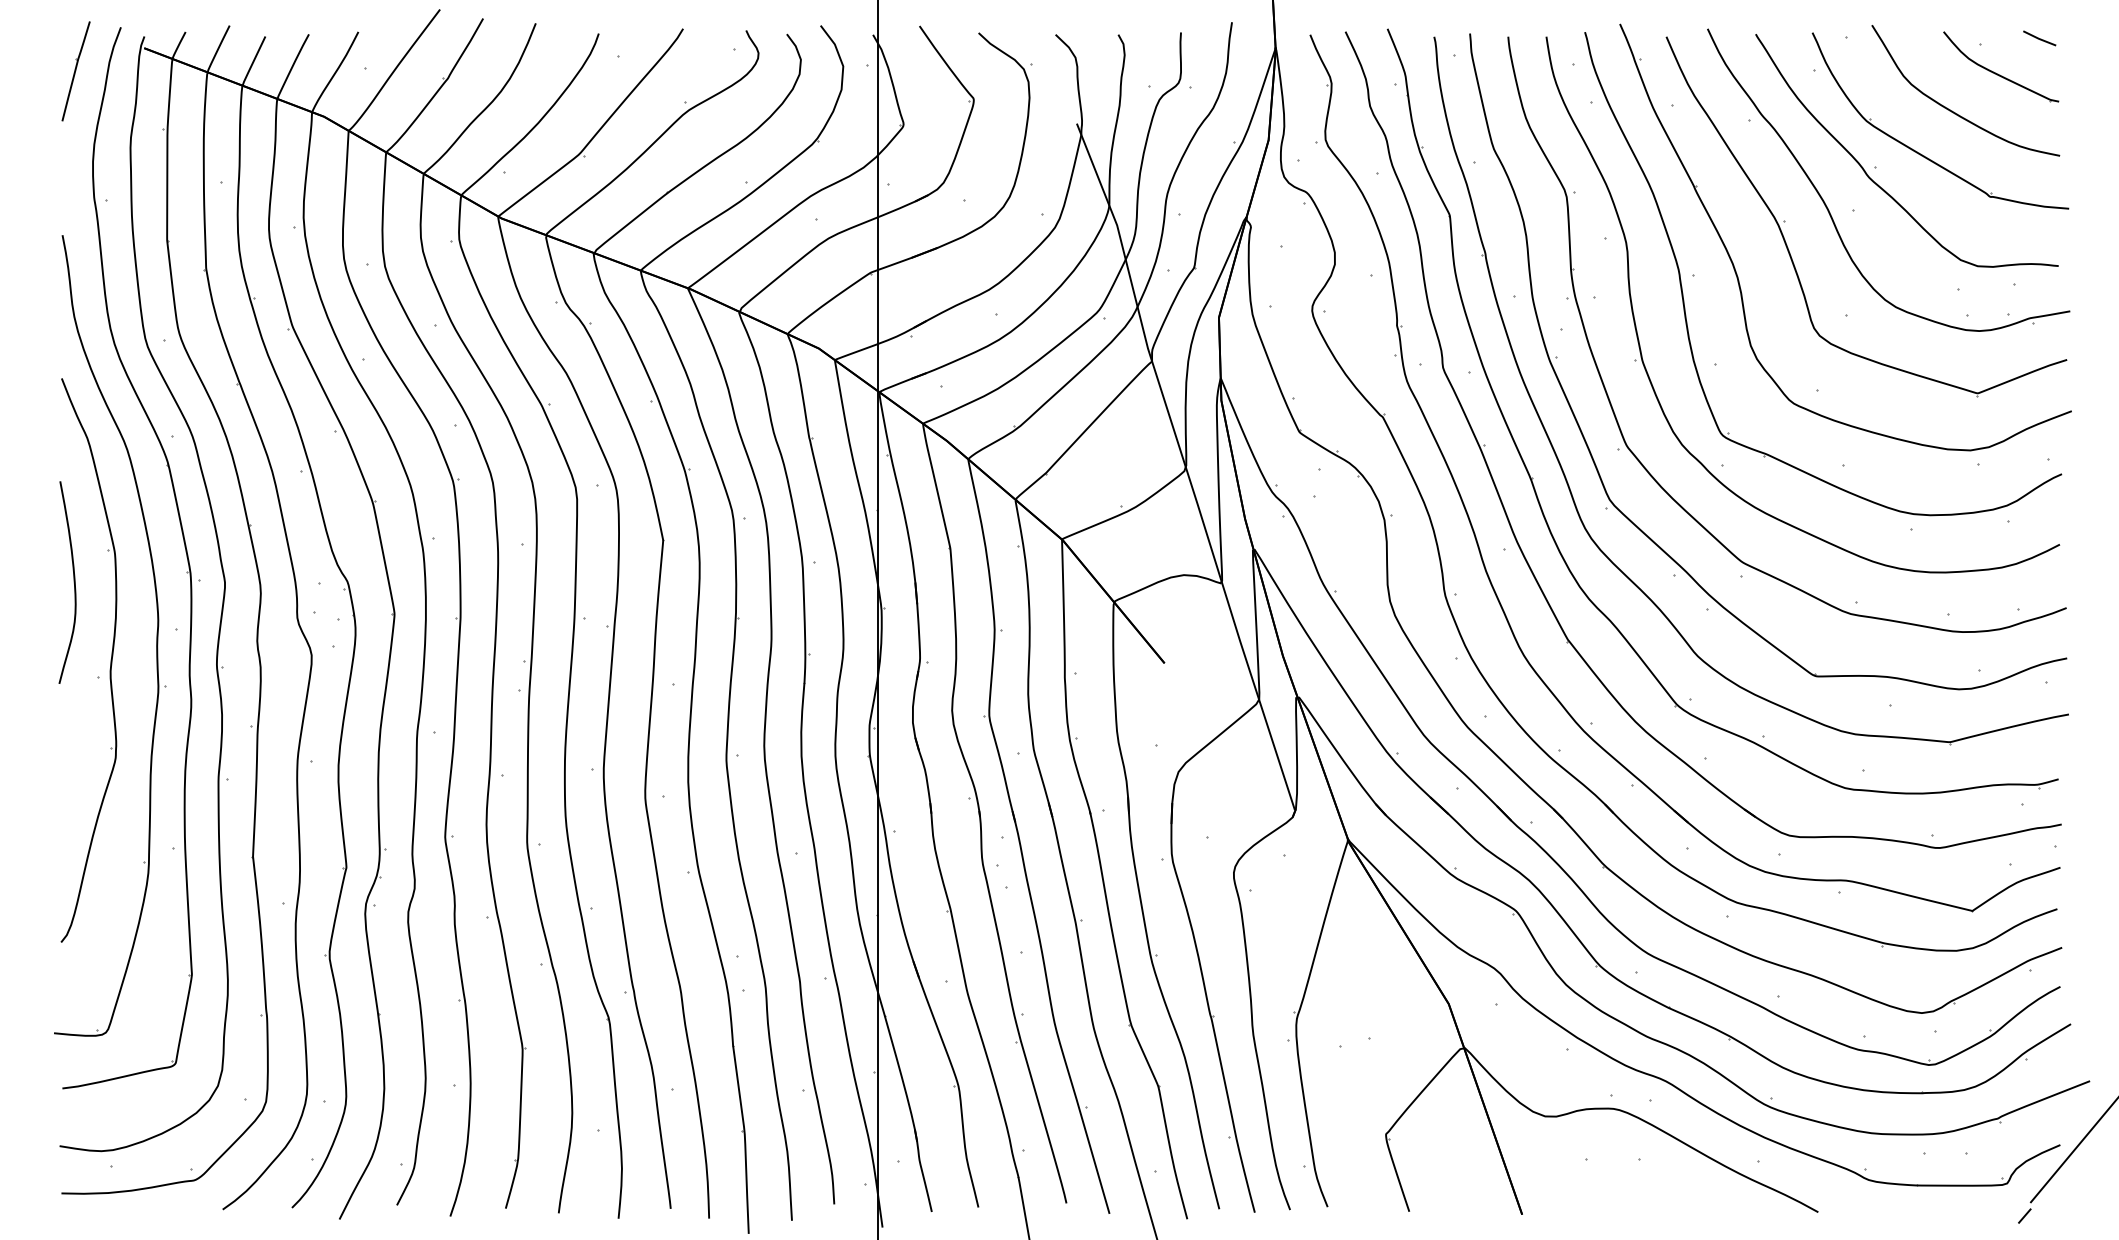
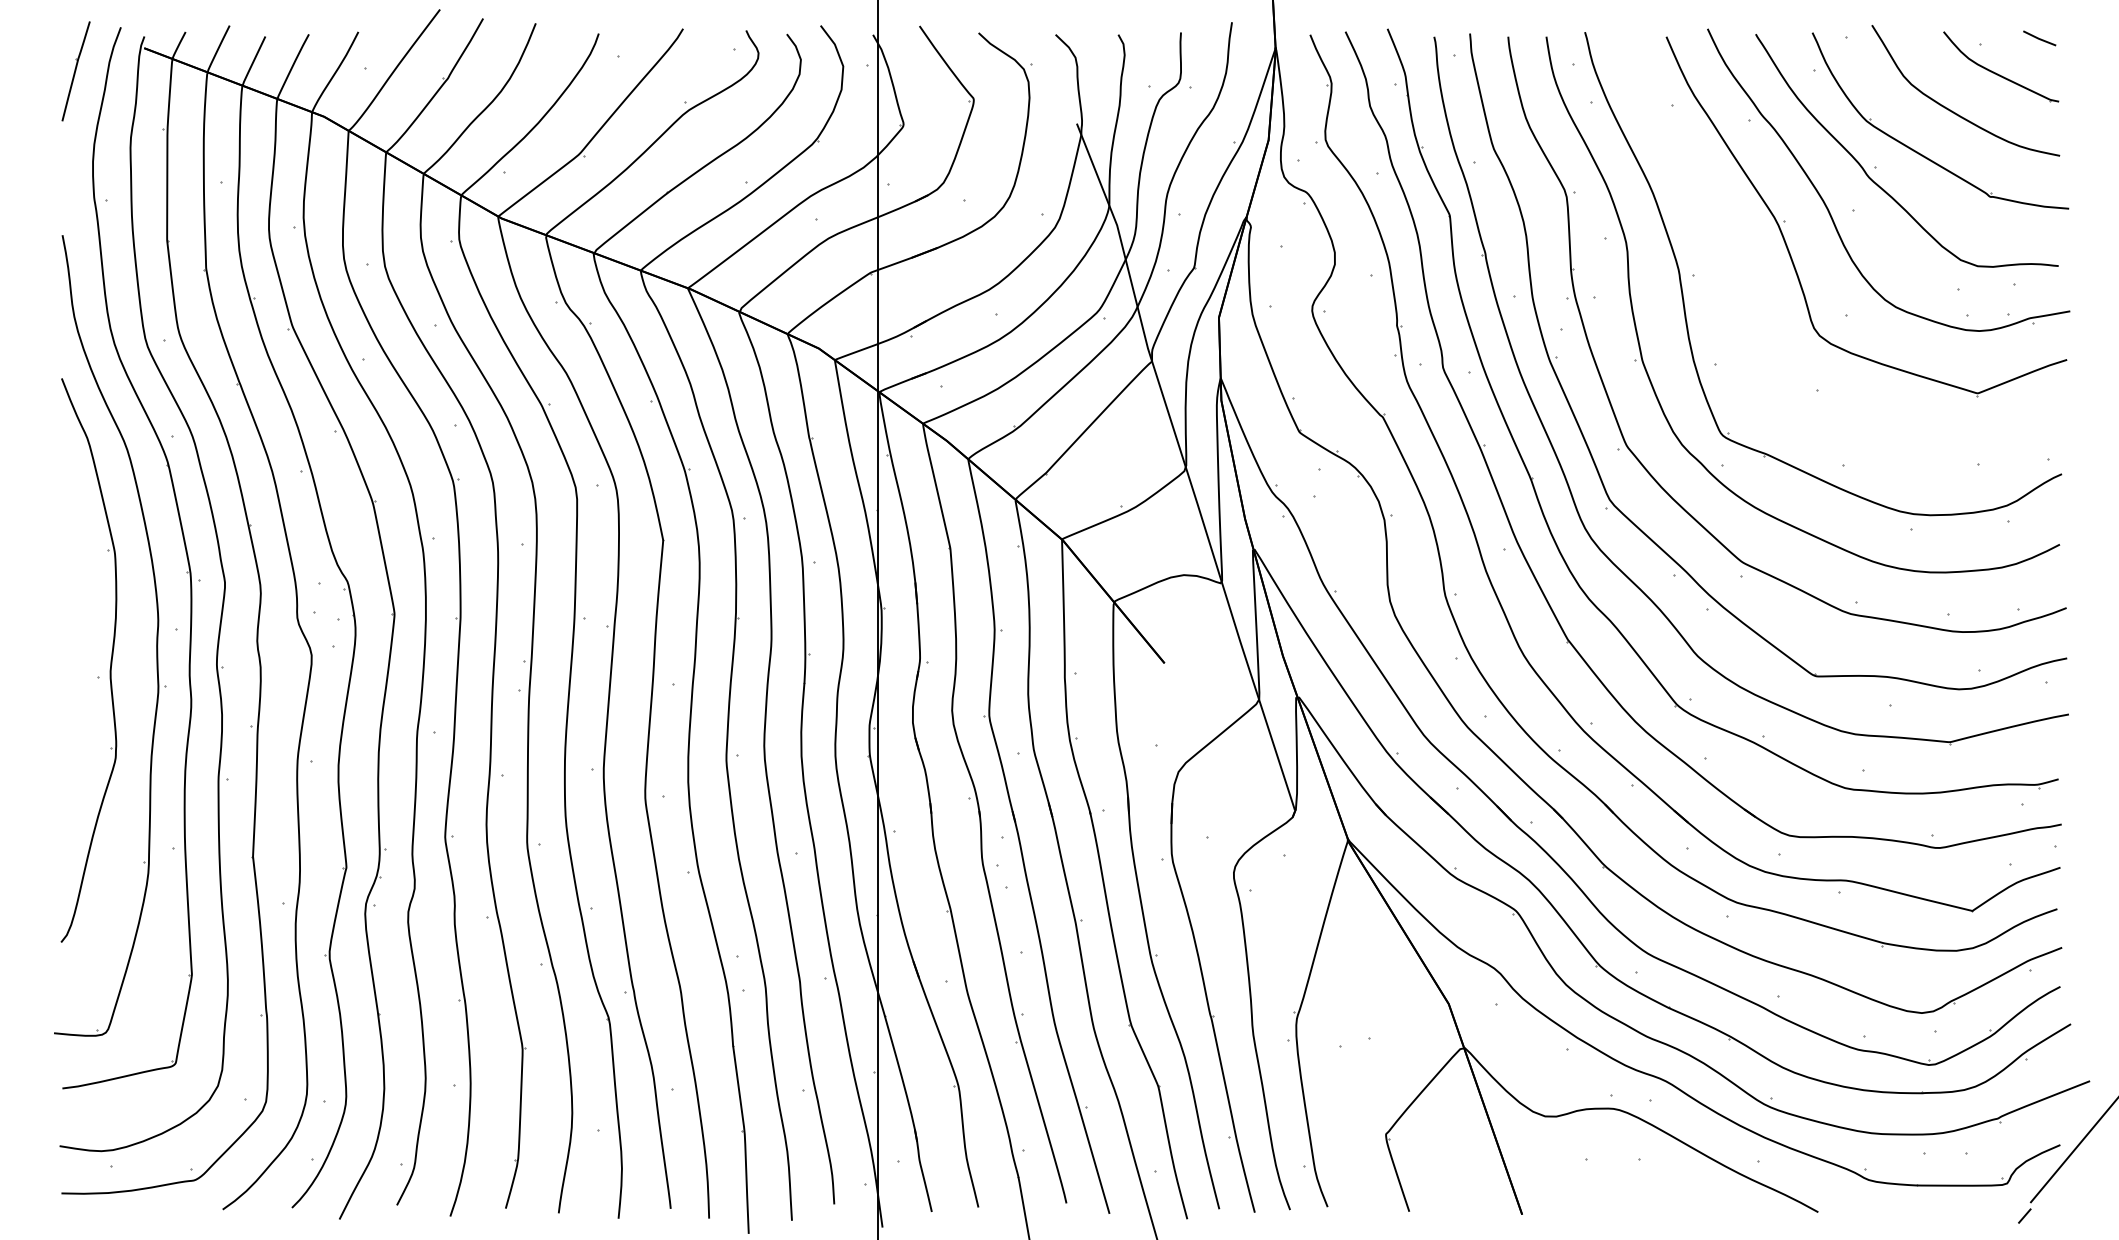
part at (1737, 273): present -> none
curve at (73, 582): present -> none
